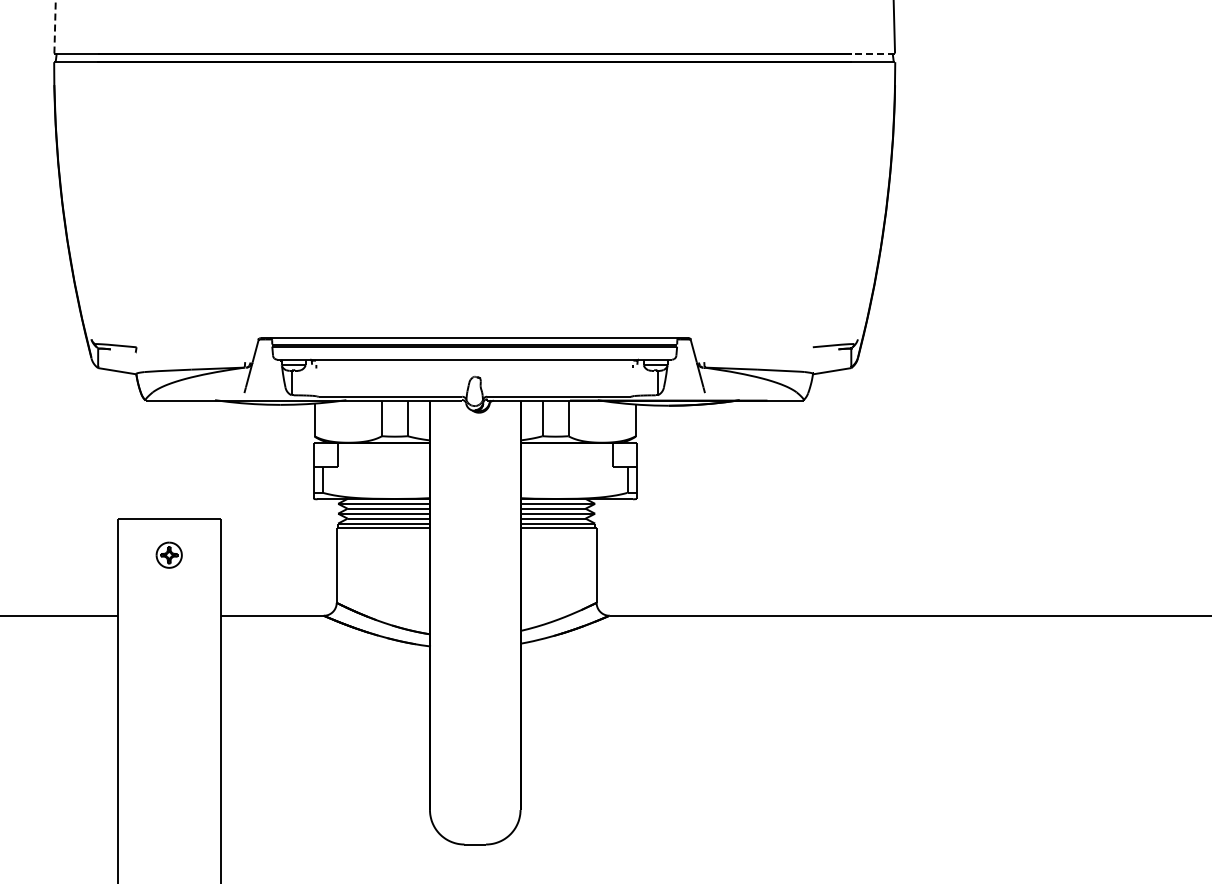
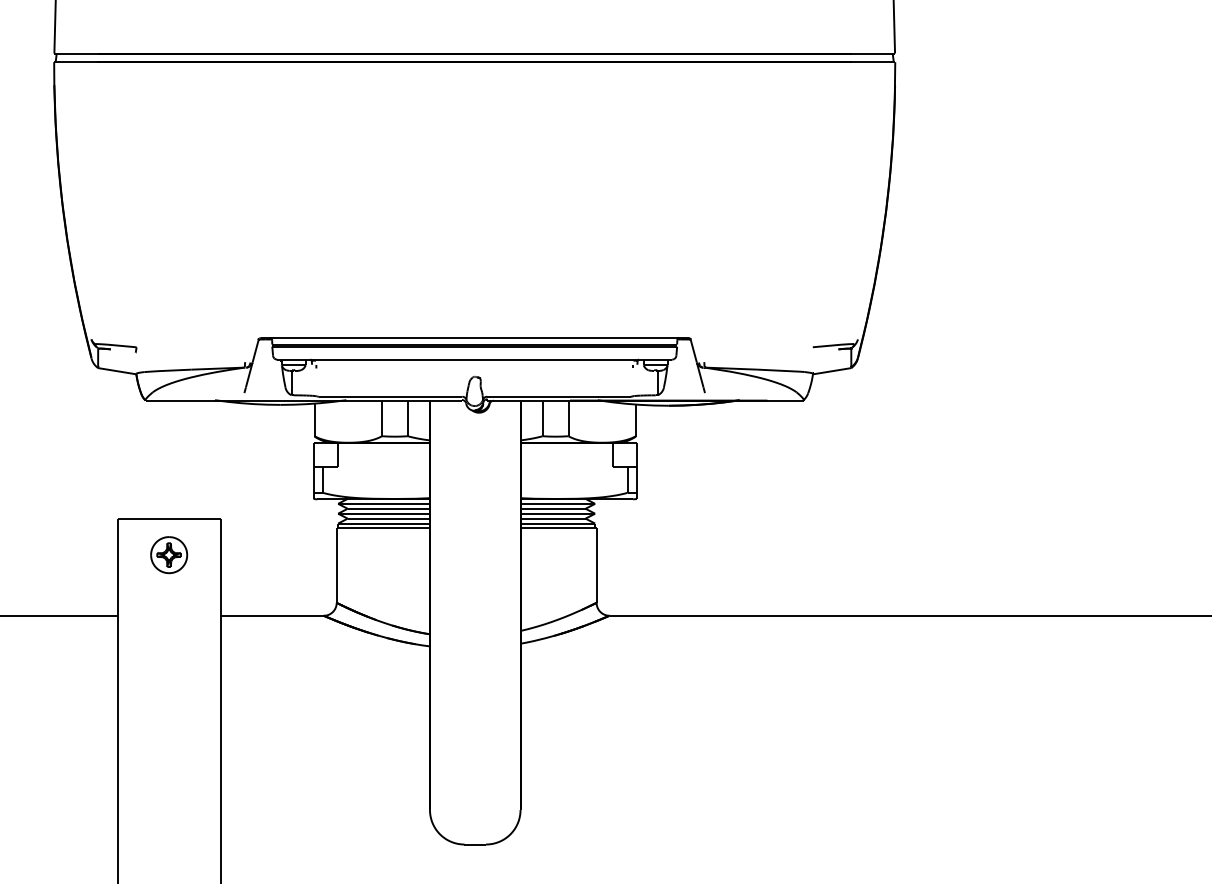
line at (55, 26): dashed -> solid
line at (873, 53): dashed -> solid
part at (168, 554) size: 28x28 px -> 39x39 px
